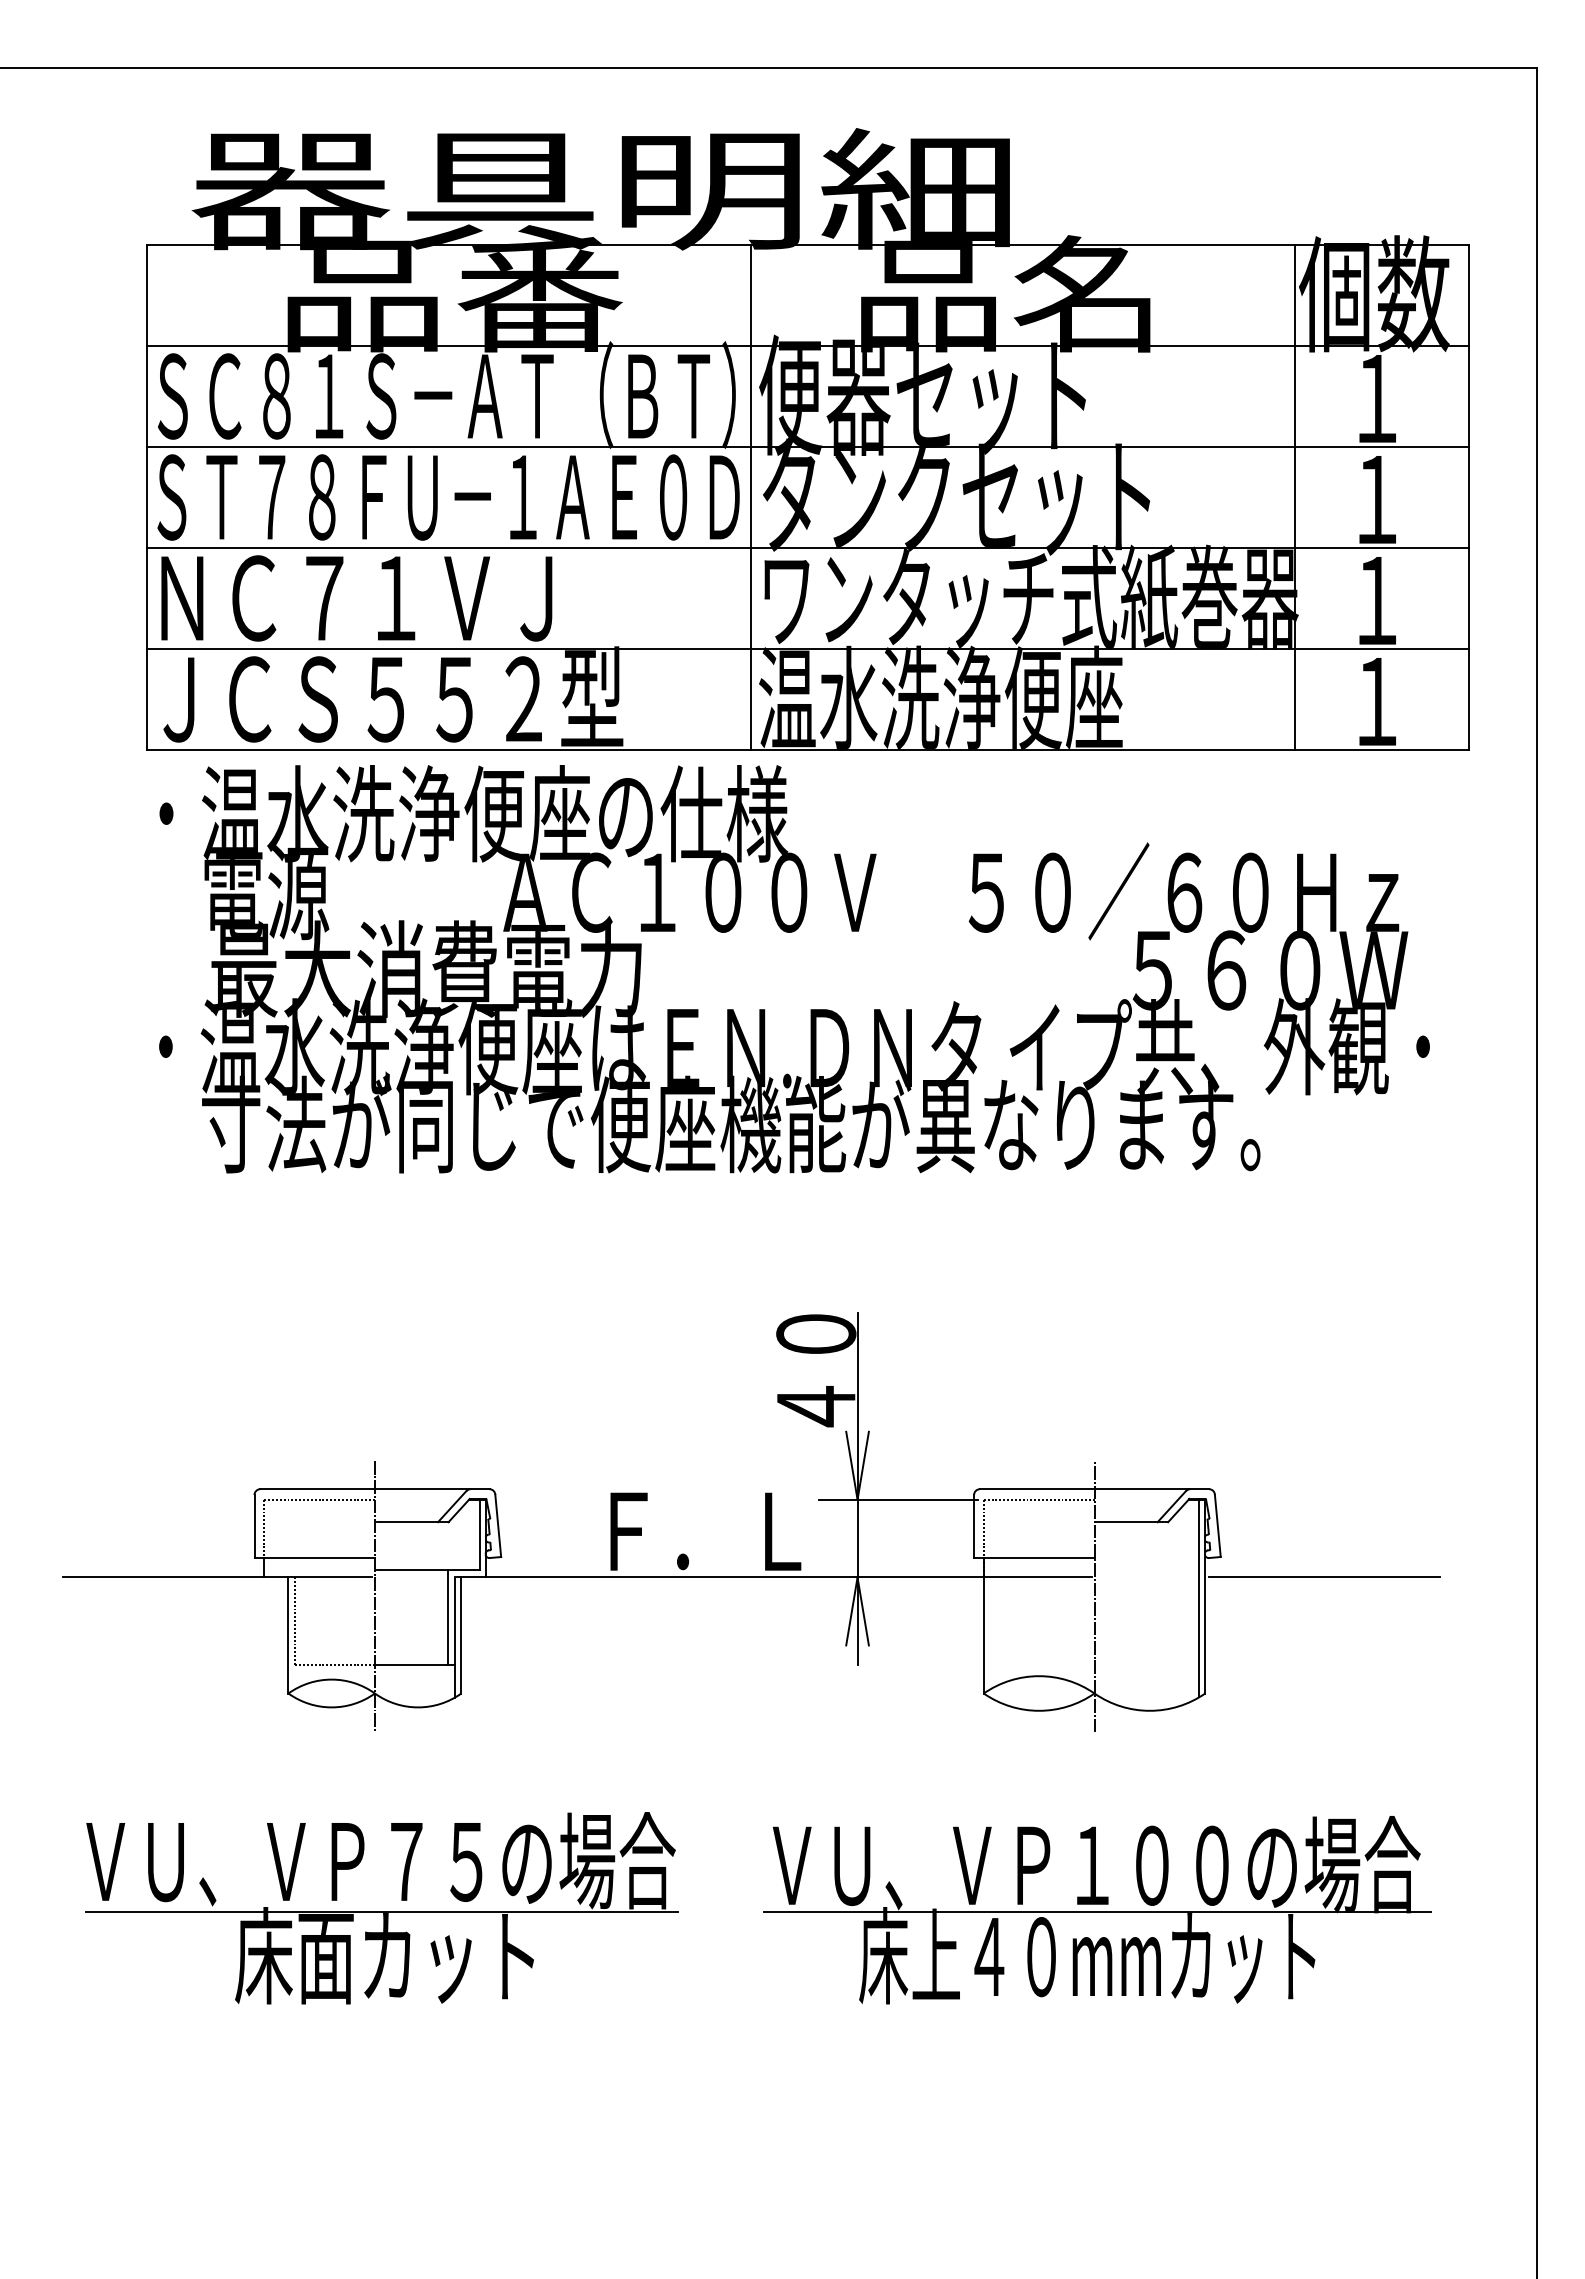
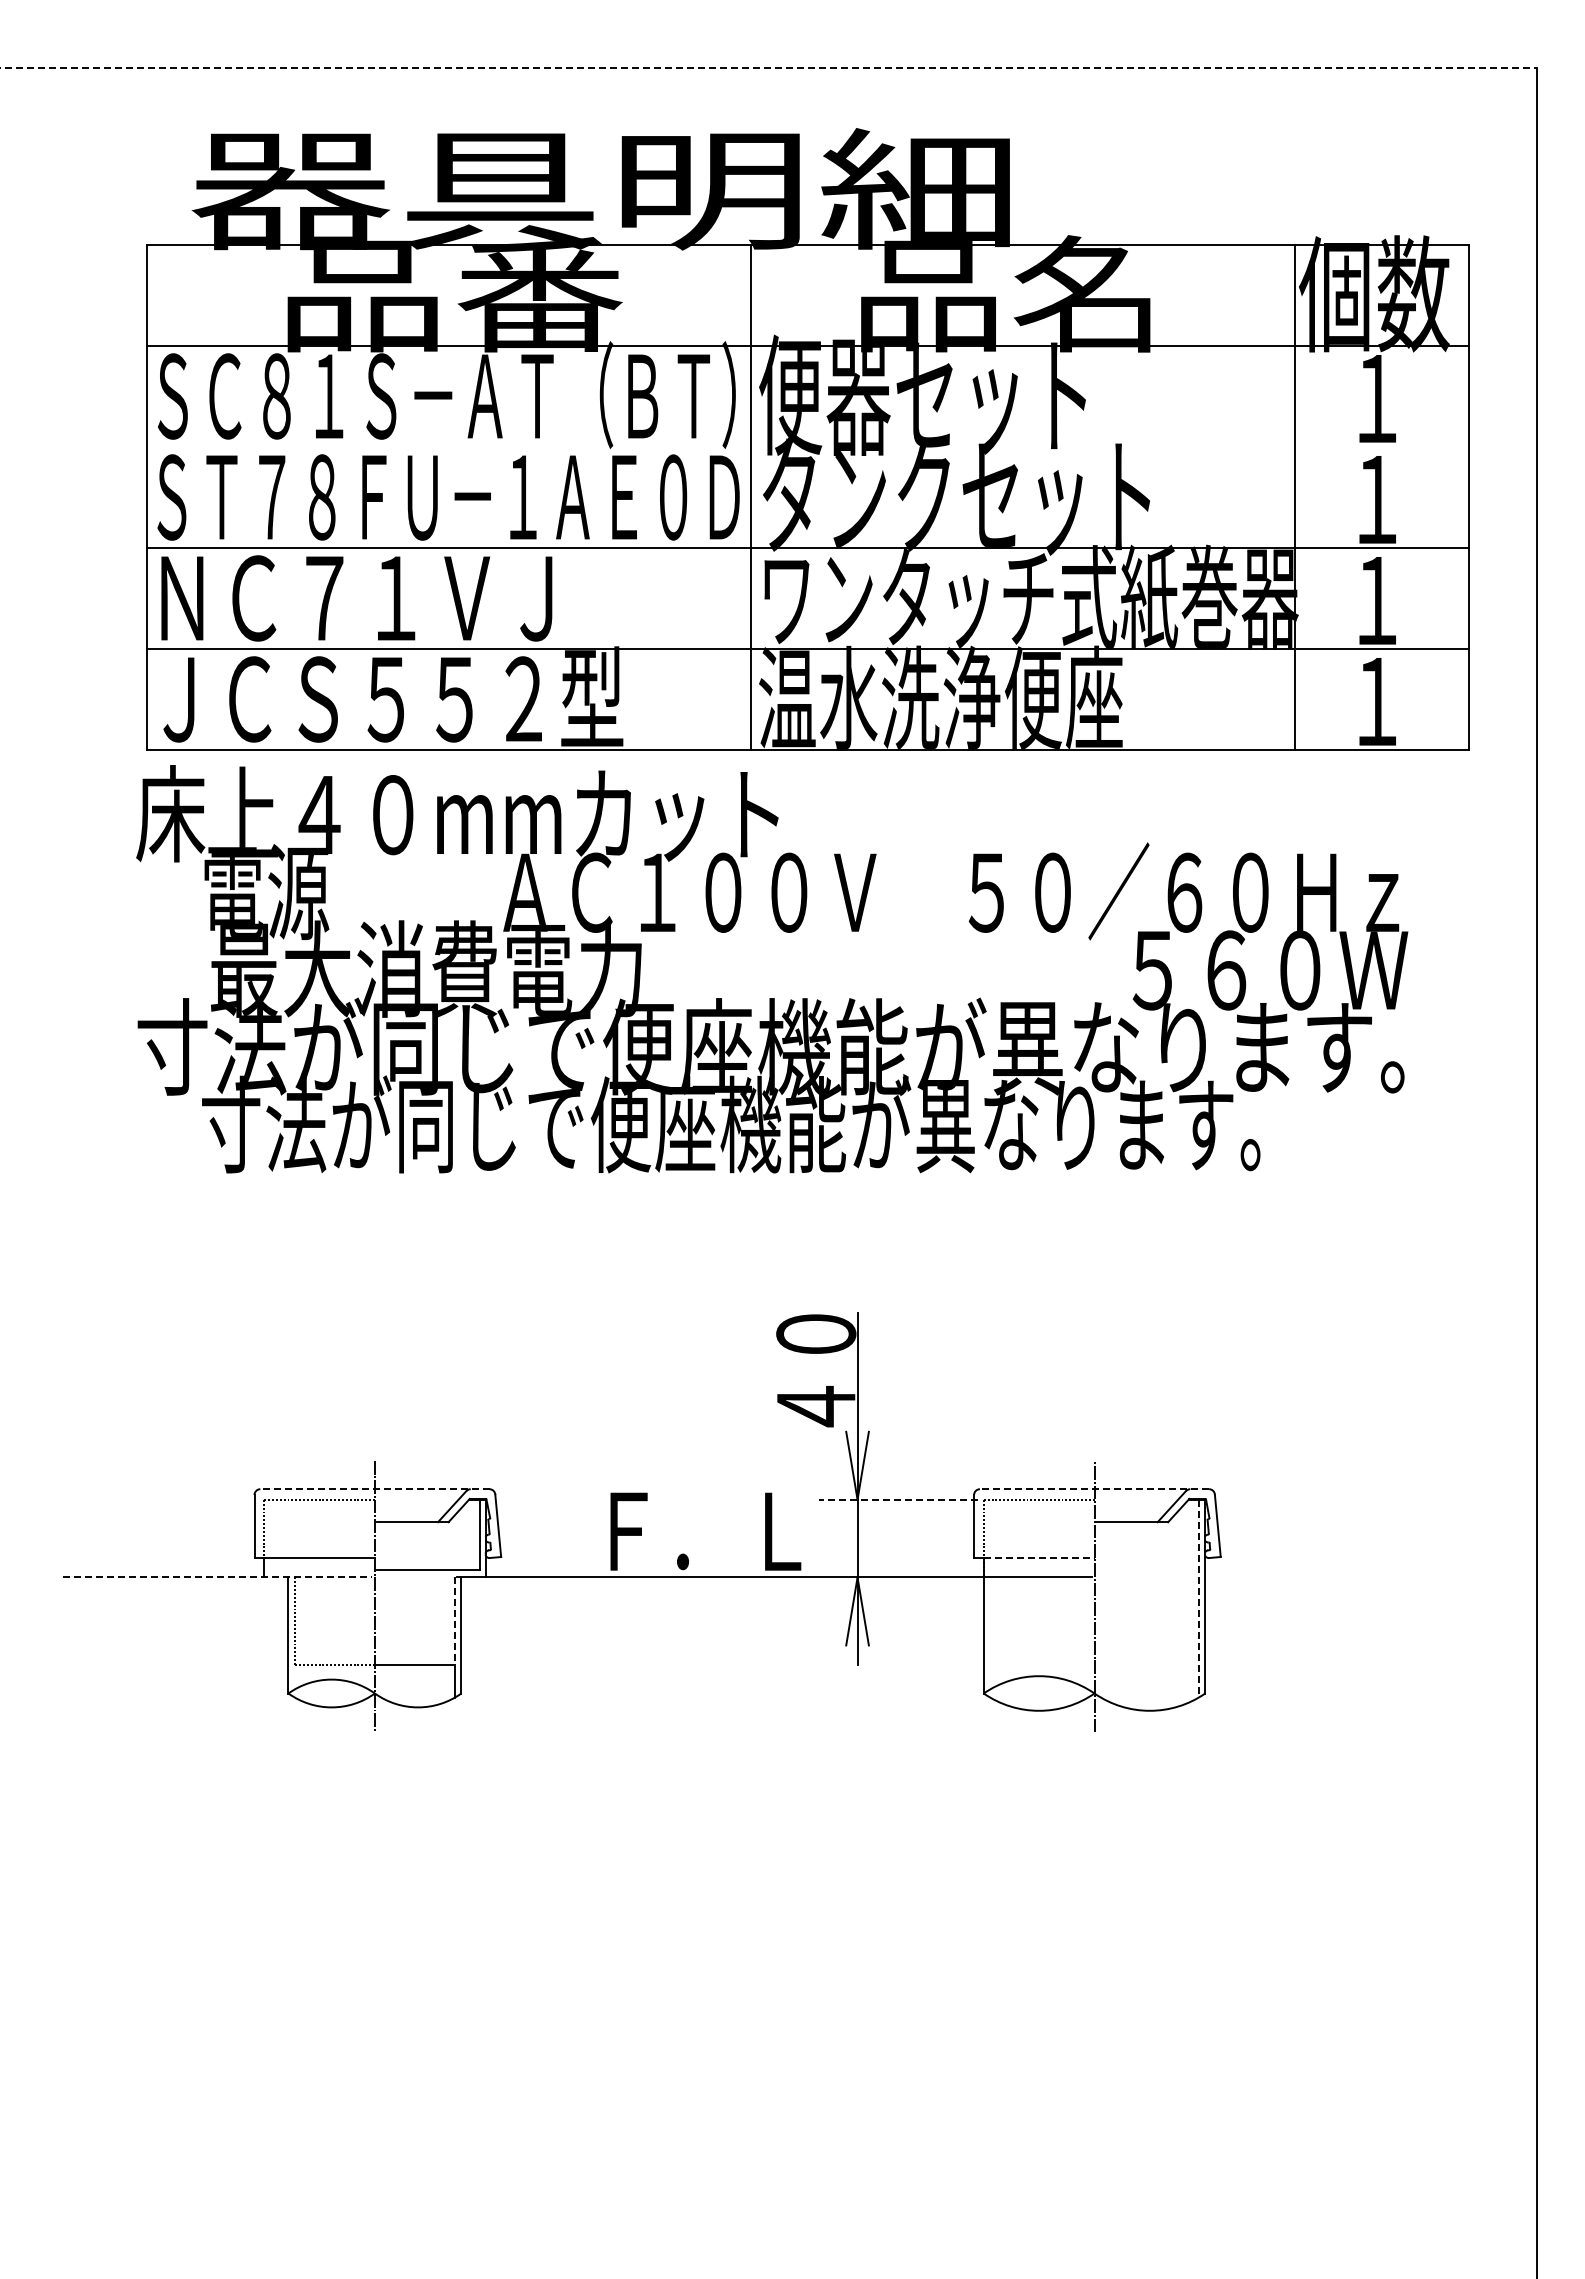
line at (769, 68): solid -> dashed
line at (807, 447): present -> none
text at (462, 813): ・温水洗浄便座の仕様 -> 床上４０mmカット
text at (783, 1046): ・温水洗浄便座はＥＮ.ＤＮタ イプ共、外観・ -> 寸法が同じで便座機能が異なります。
line at (374, 1489): solid -> dashed
line at (1094, 1489): solid -> dashed
line at (898, 1499): solid -> dashed
line at (1039, 1558): solid -> dashed
line at (218, 1577): solid -> dashed
line at (1324, 1577): present -> none
line at (1199, 1598): solid -> dashed
line at (447, 1616): present -> none
line at (454, 1621): solid -> dashed
part at (381, 1908): present -> none
part at (1097, 1910): present -> none
